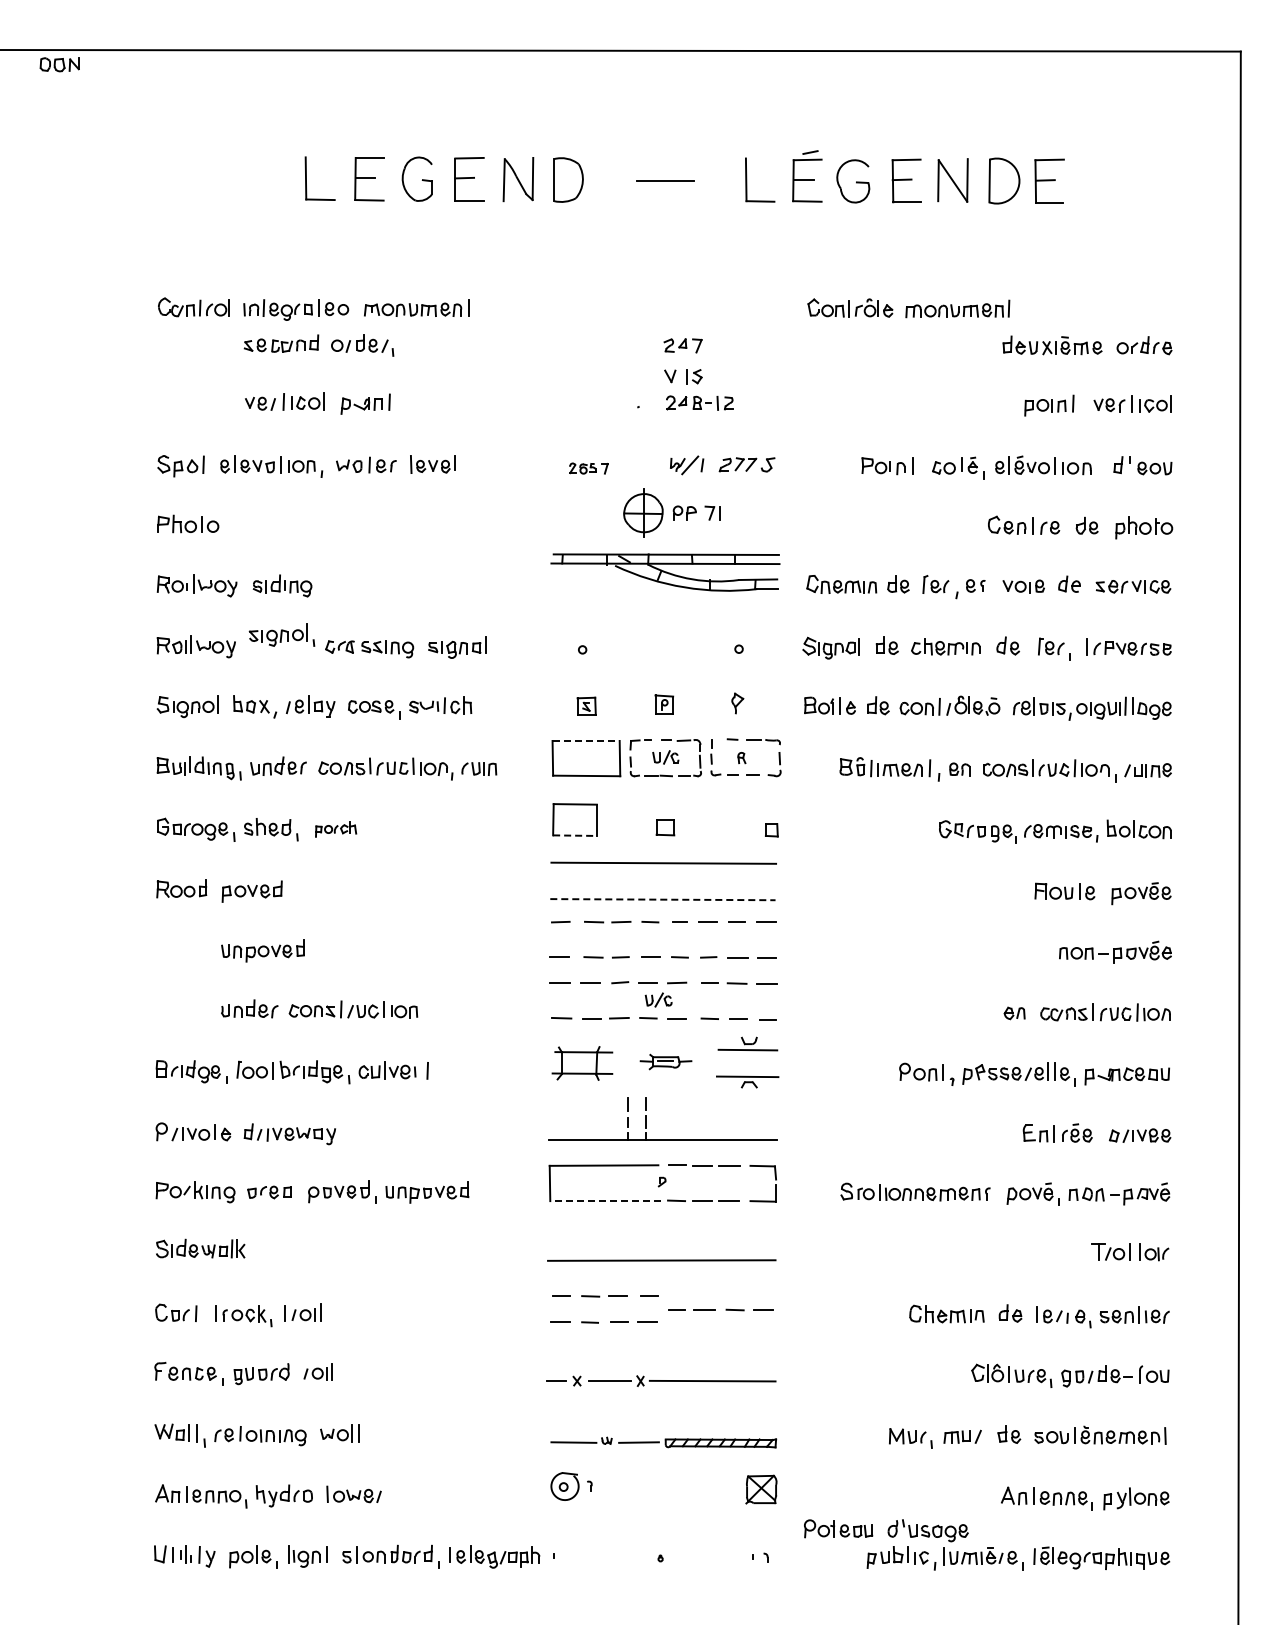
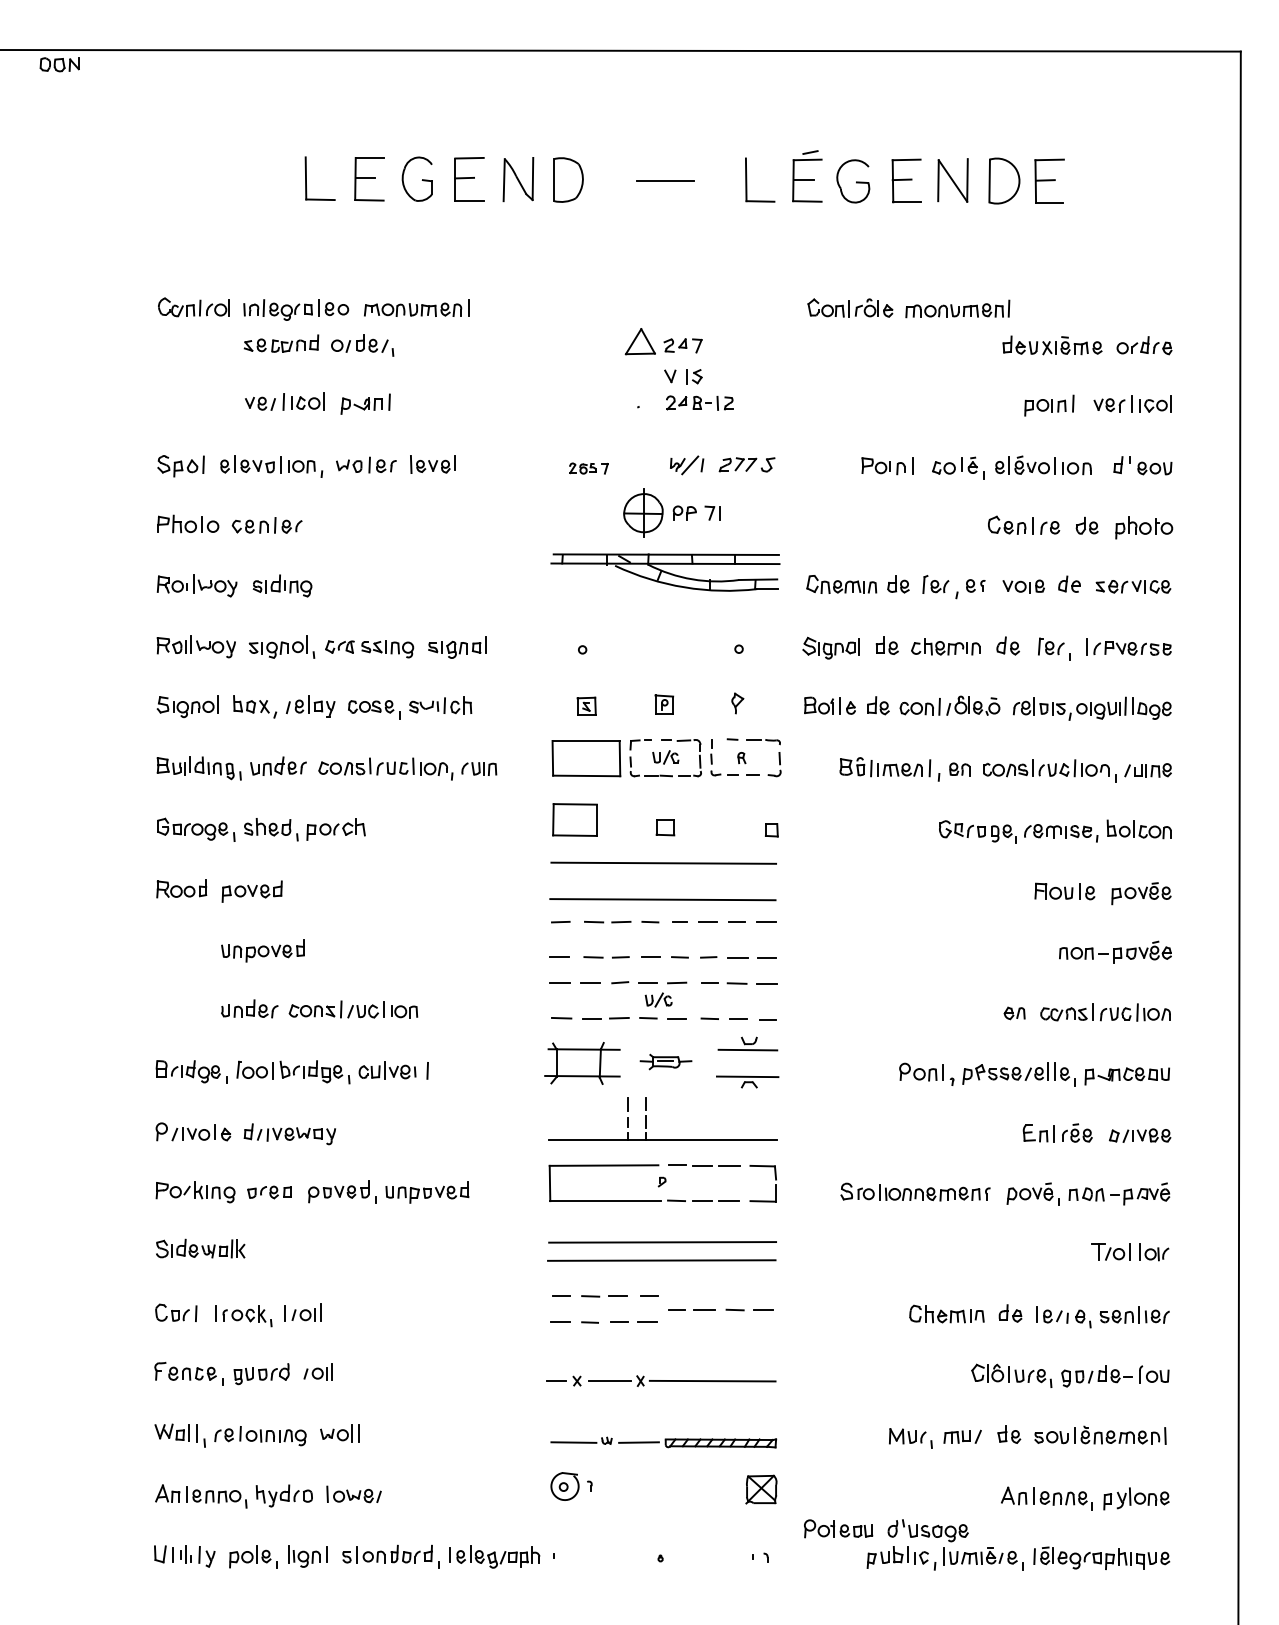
part at (639, 341): none -> present
part at (266, 525): none -> present
part at (281, 634) position: (281, 634) -> (281, 646)
line at (586, 740): dashed -> solid
part at (336, 829) size: 43x17 px -> 60x23 px
line at (575, 835): dashed -> solid
line at (662, 899): dashed -> solid
part at (582, 1063) size: 63x35 px -> 77x43 px
line at (604, 1201): dashed -> solid
line at (662, 1242): none -> present
